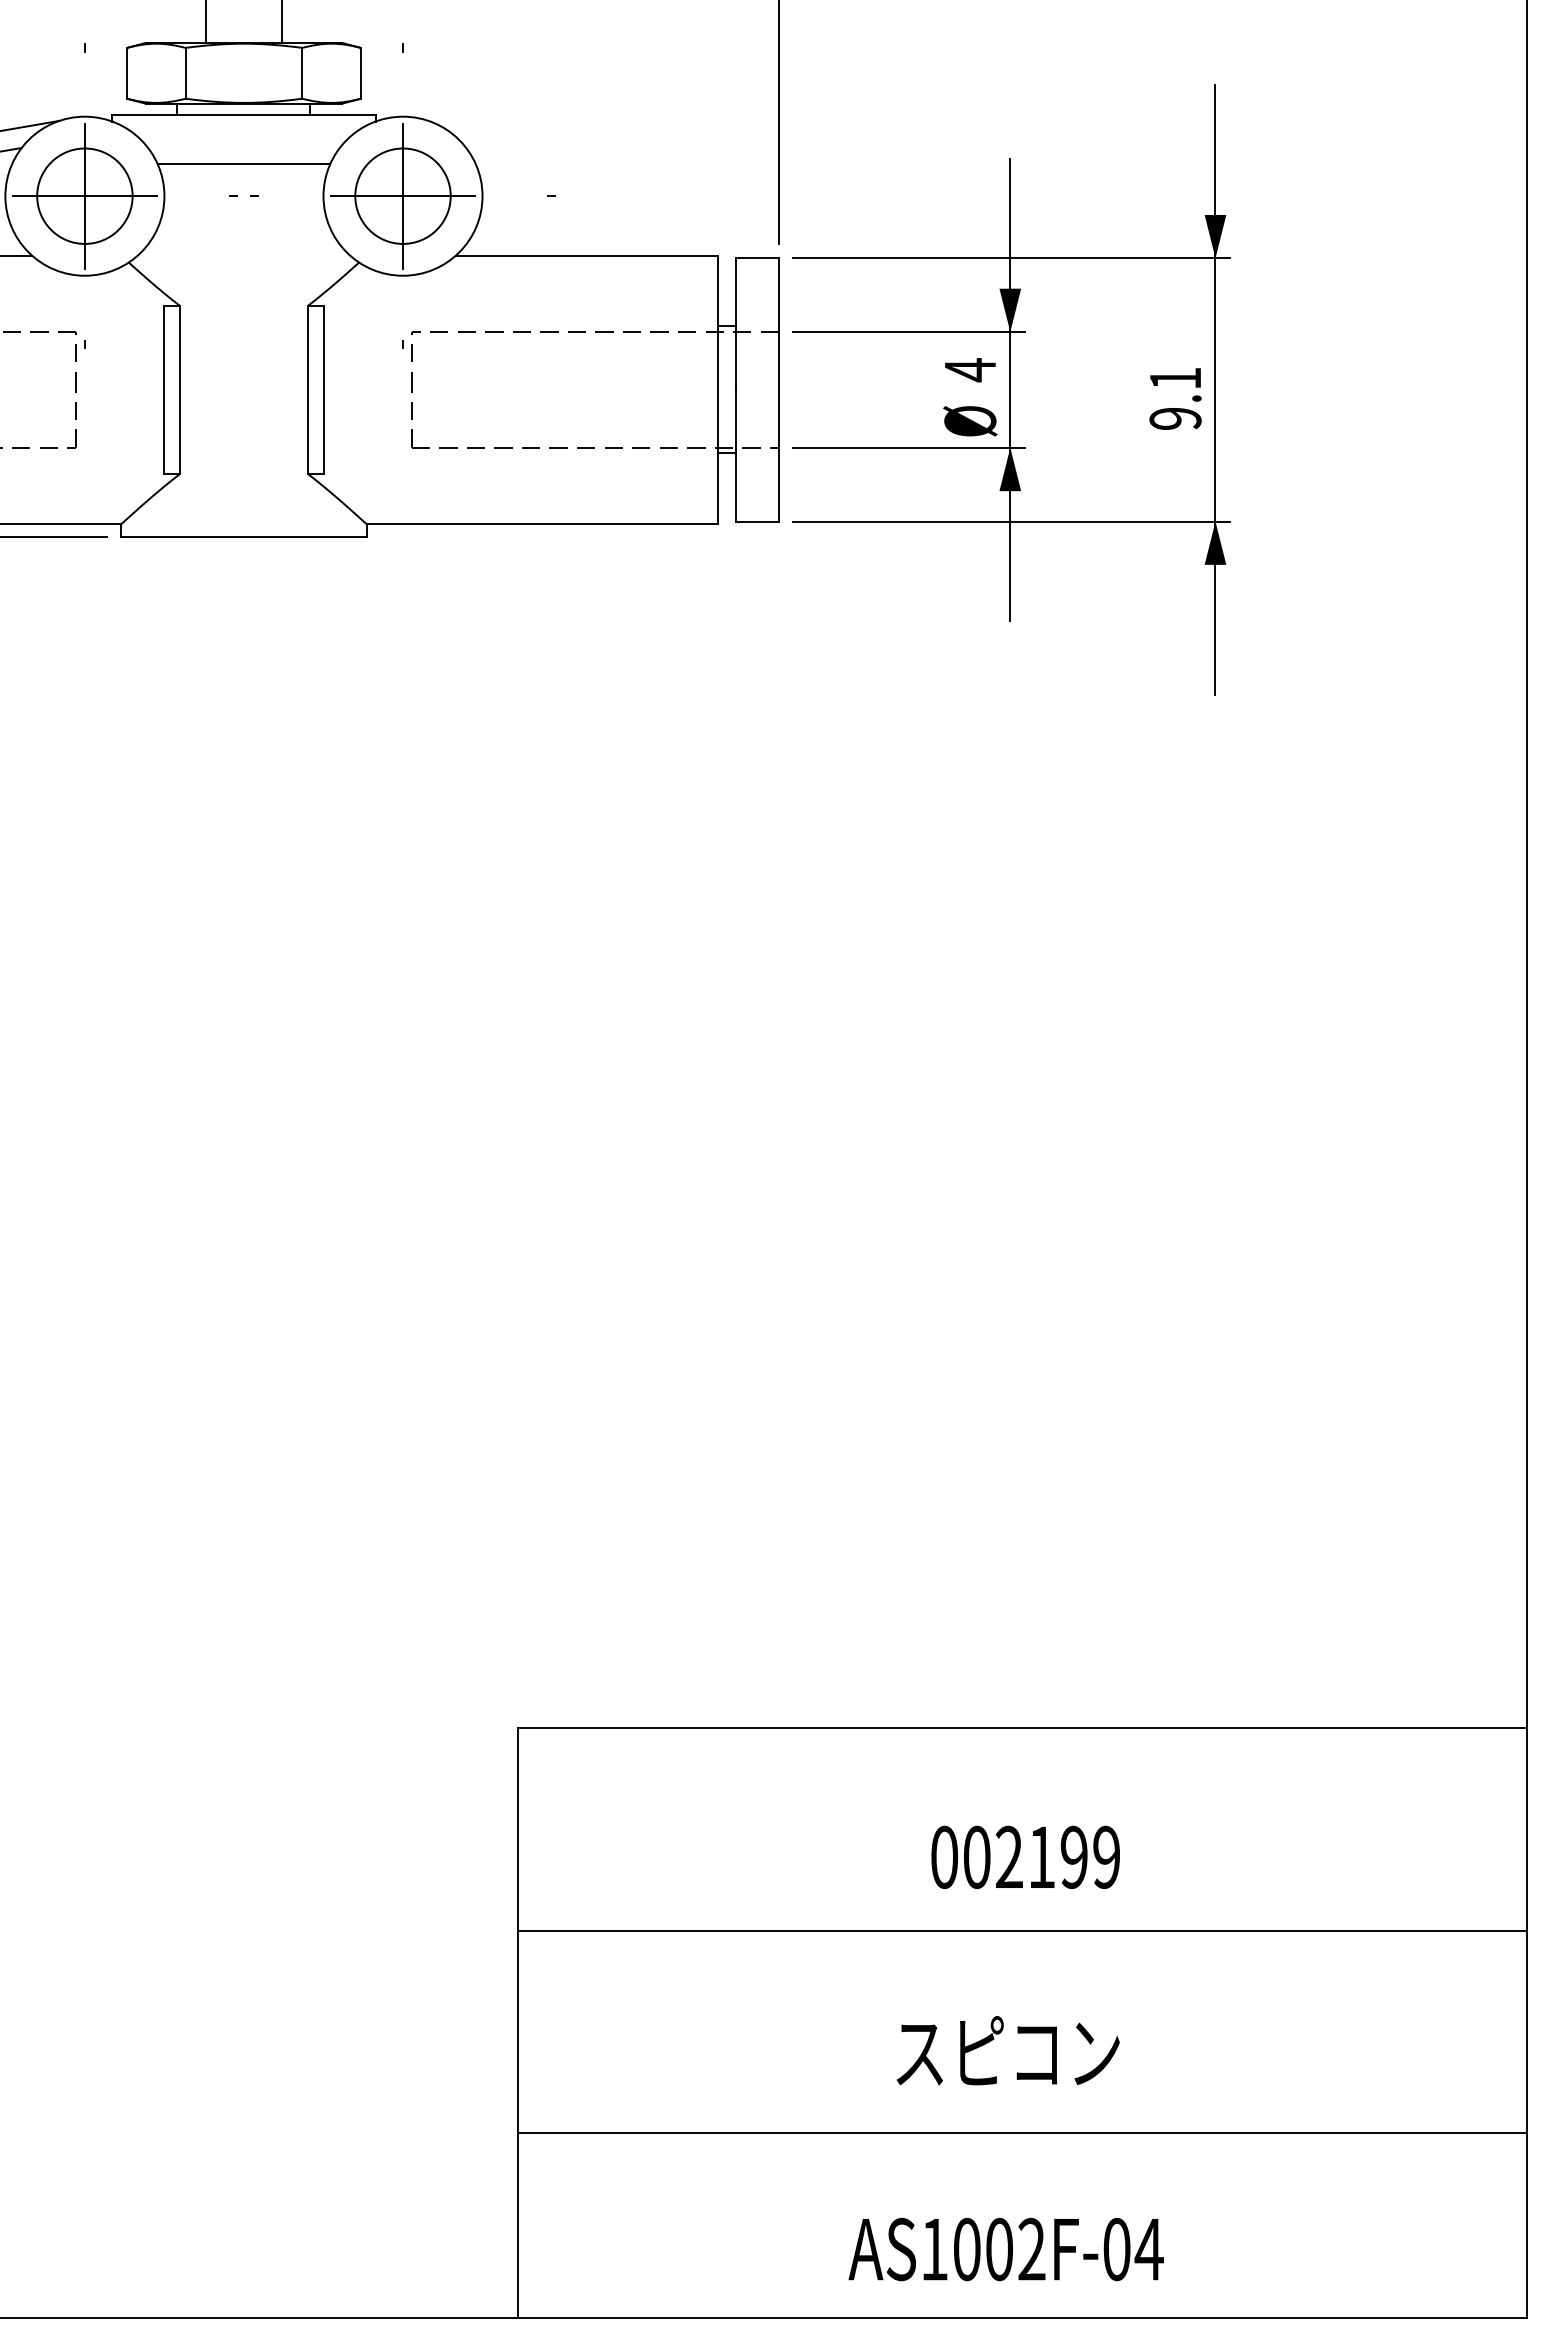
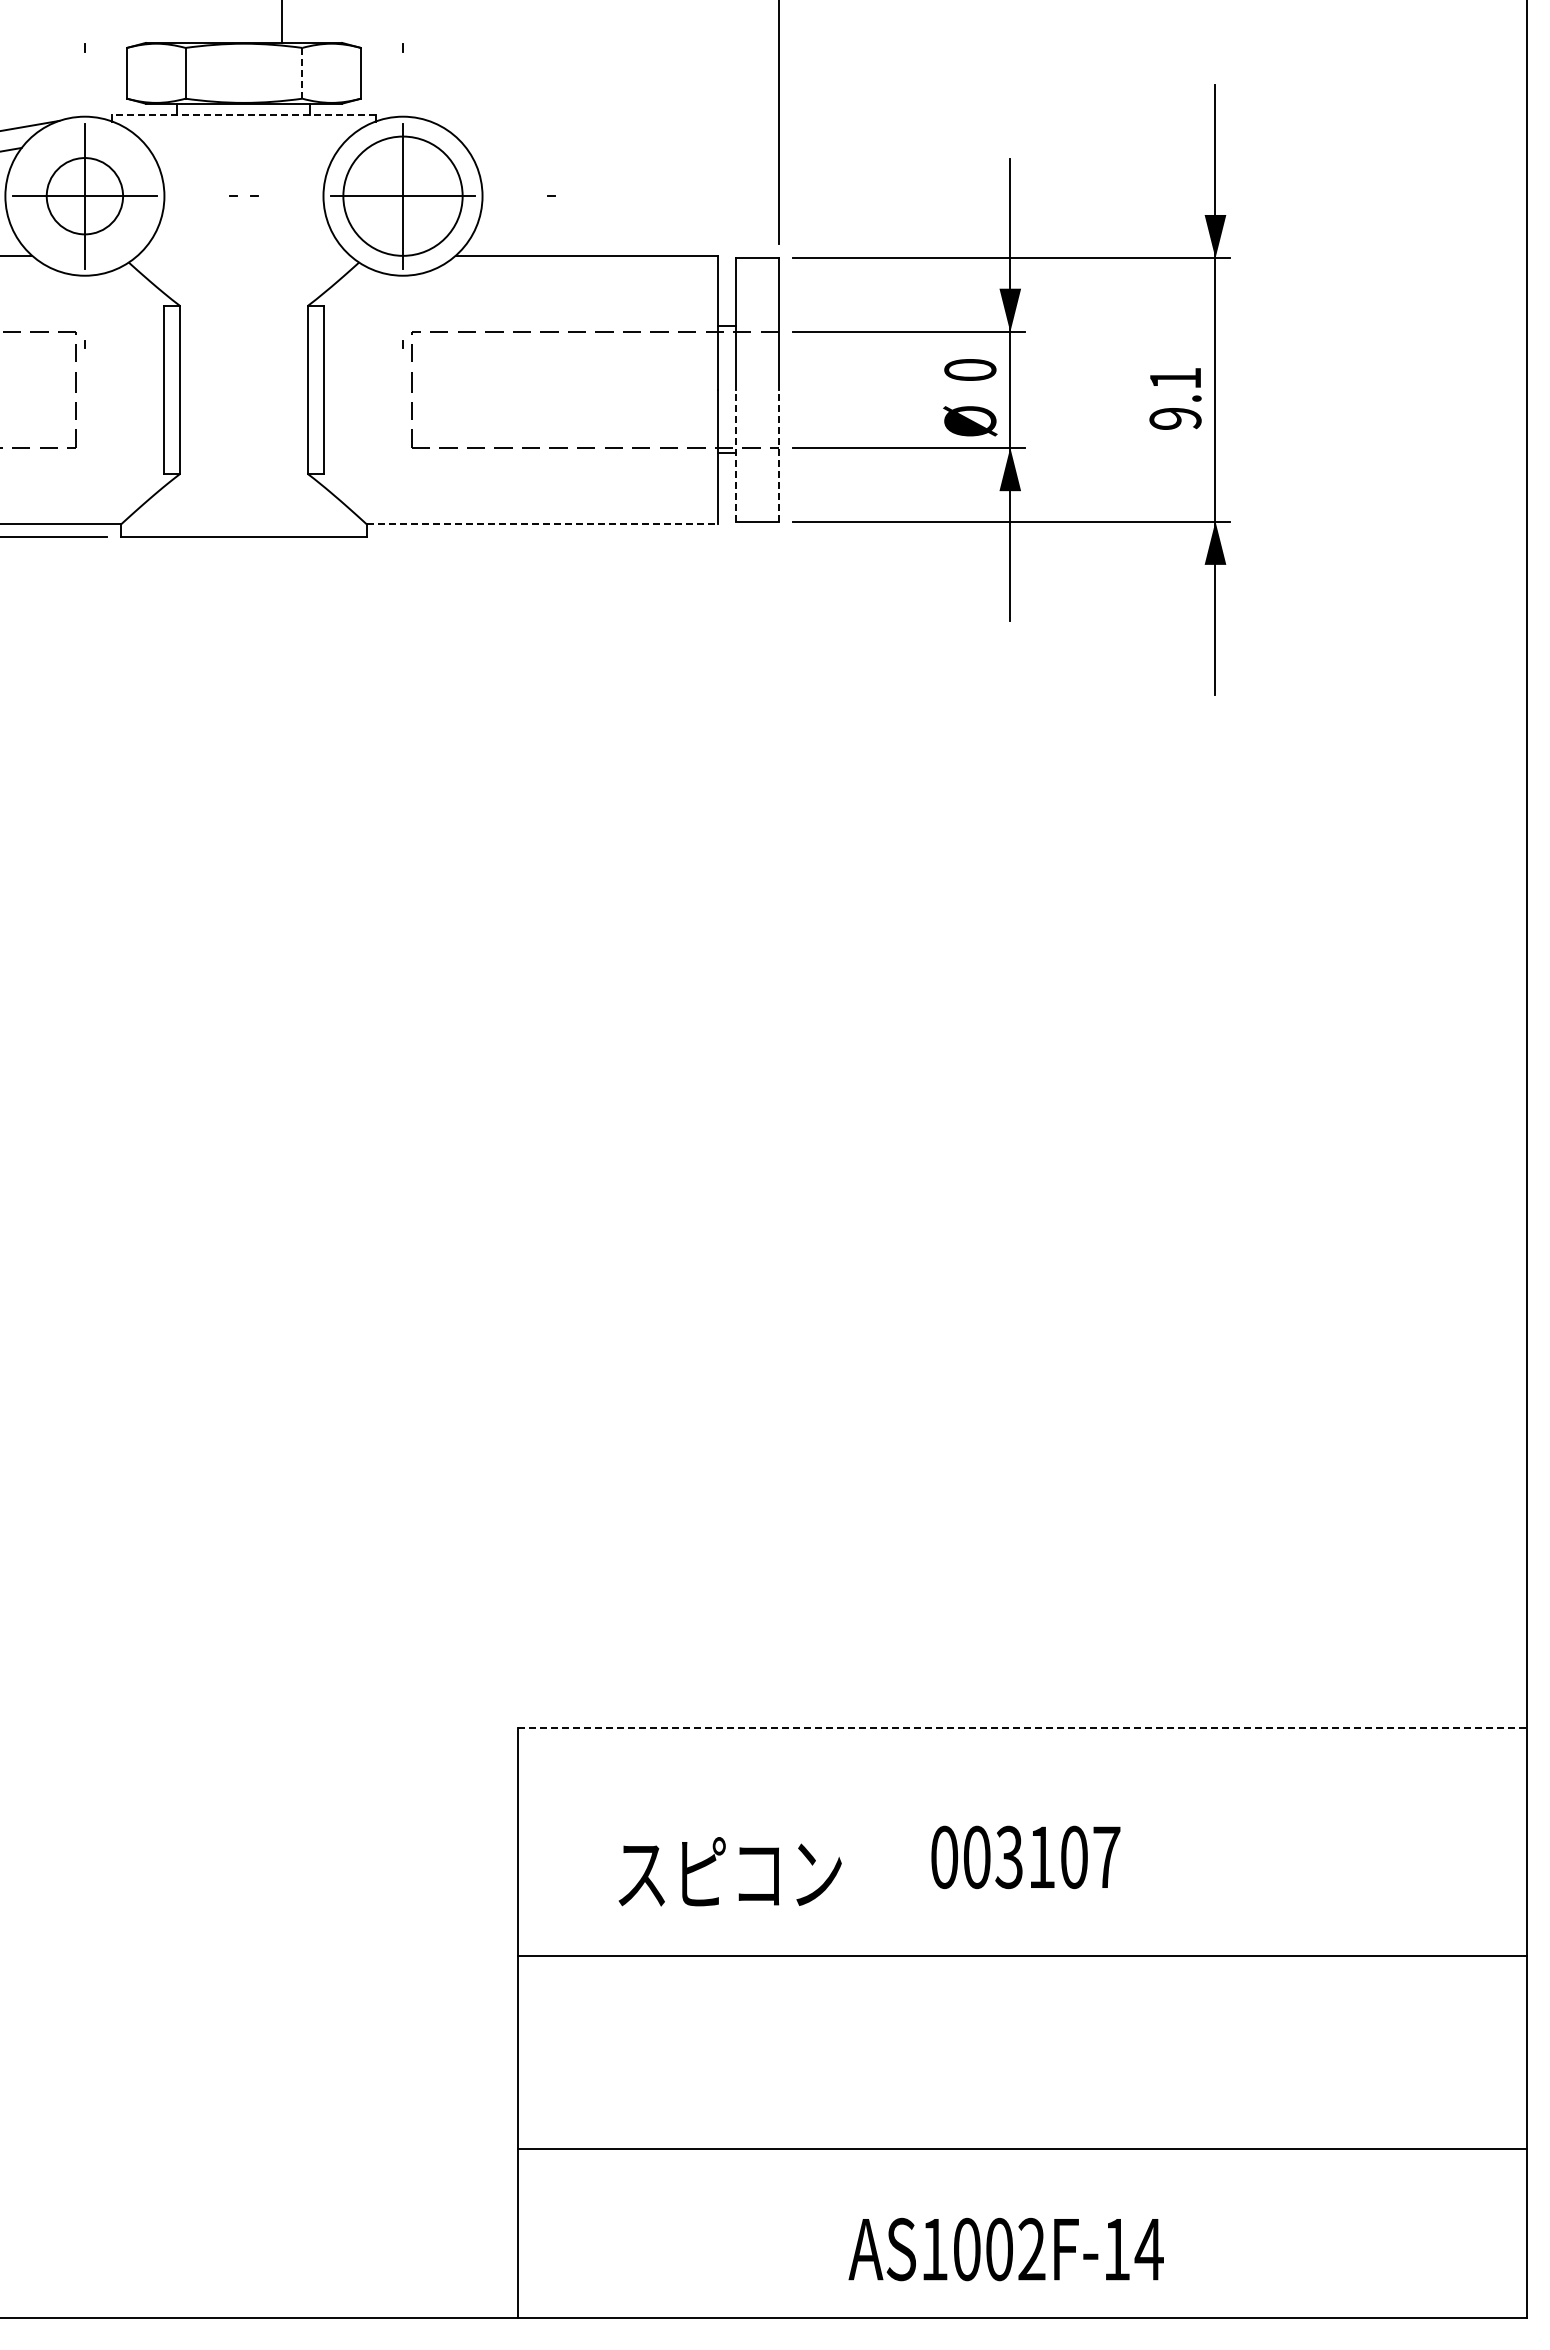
line at (206, 22): present -> none
line at (302, 72): solid -> dashed
line at (243, 115): solid -> dashed
line at (243, 164): present -> none
circle at (84, 195) diameter: 95 px -> 76 px
circle at (402, 195) diameter: 95 px -> 119 px
text at (970, 370): 4 -> 0
line at (735, 455): solid -> dashed
line at (778, 455): solid -> dashed
line at (542, 524): solid -> dashed
line at (1022, 1728): solid -> dashed
text at (1057, 1857): 002199 -> 003107
line at (1021, 1930) position: (1021, 1930) -> (1021, 1955)
text at (1007, 2050) position: (1007, 2050) -> (729, 1871)
line at (1021, 2133) position: (1021, 2133) -> (1021, 2149)
text at (1116, 2249): AS1002F-04 -> AS1002F-14
